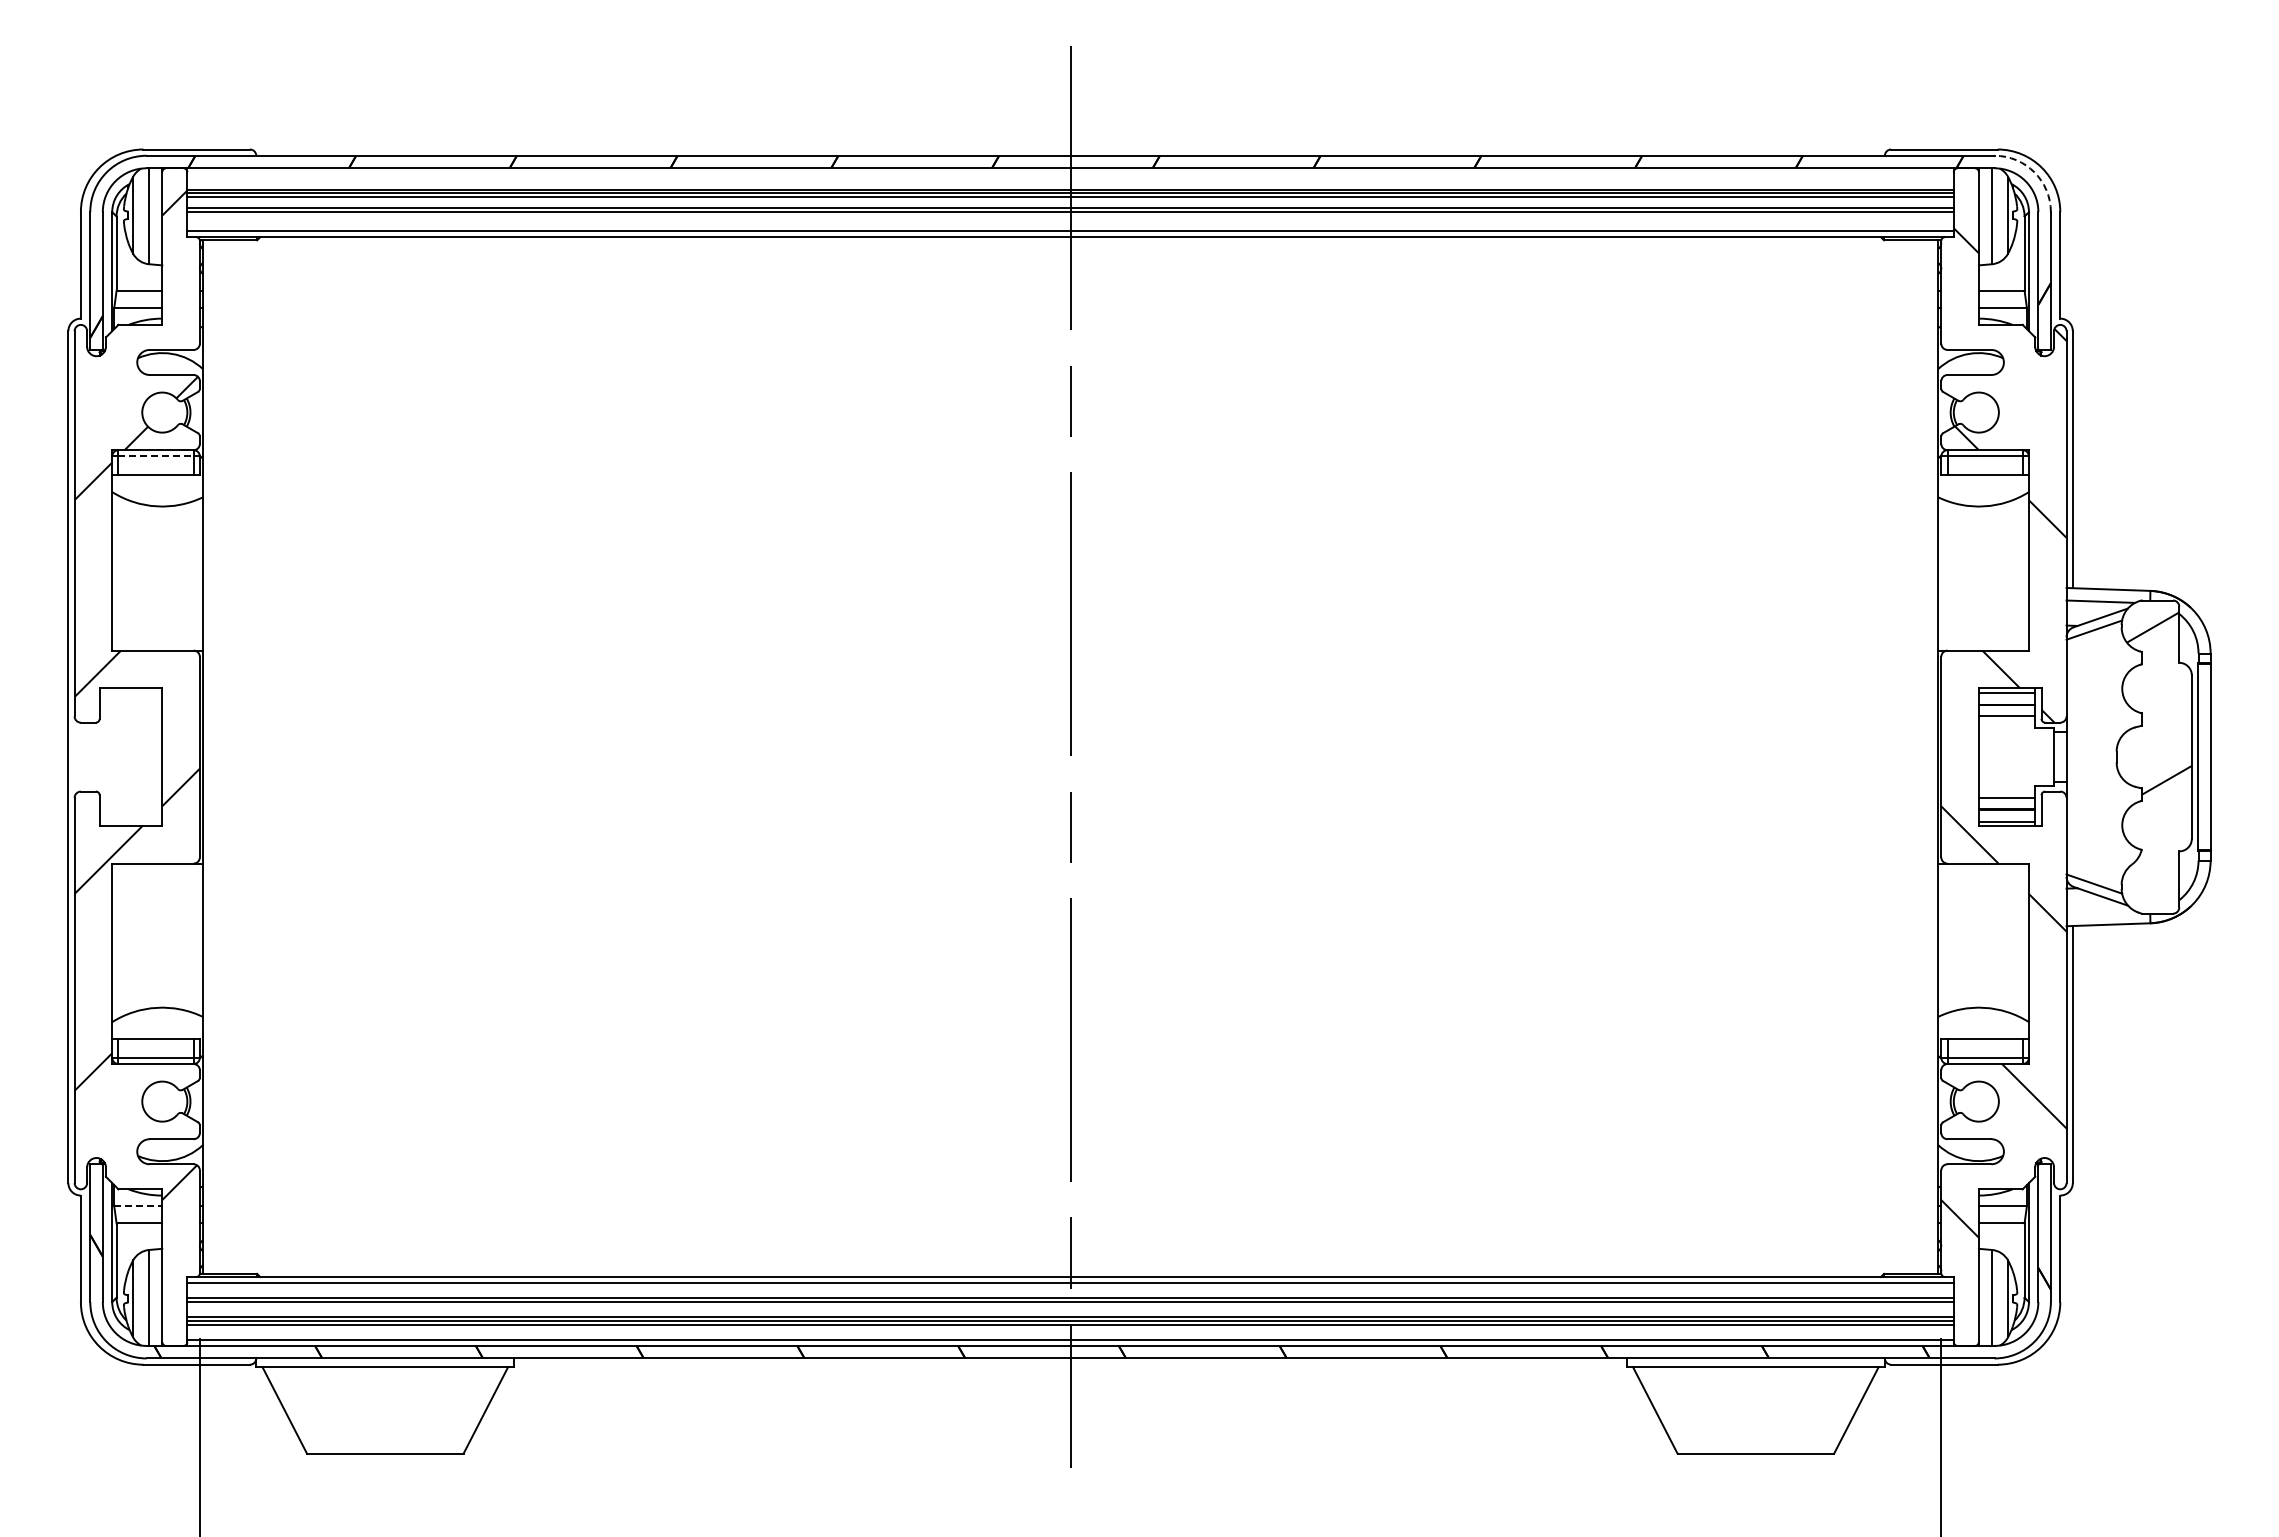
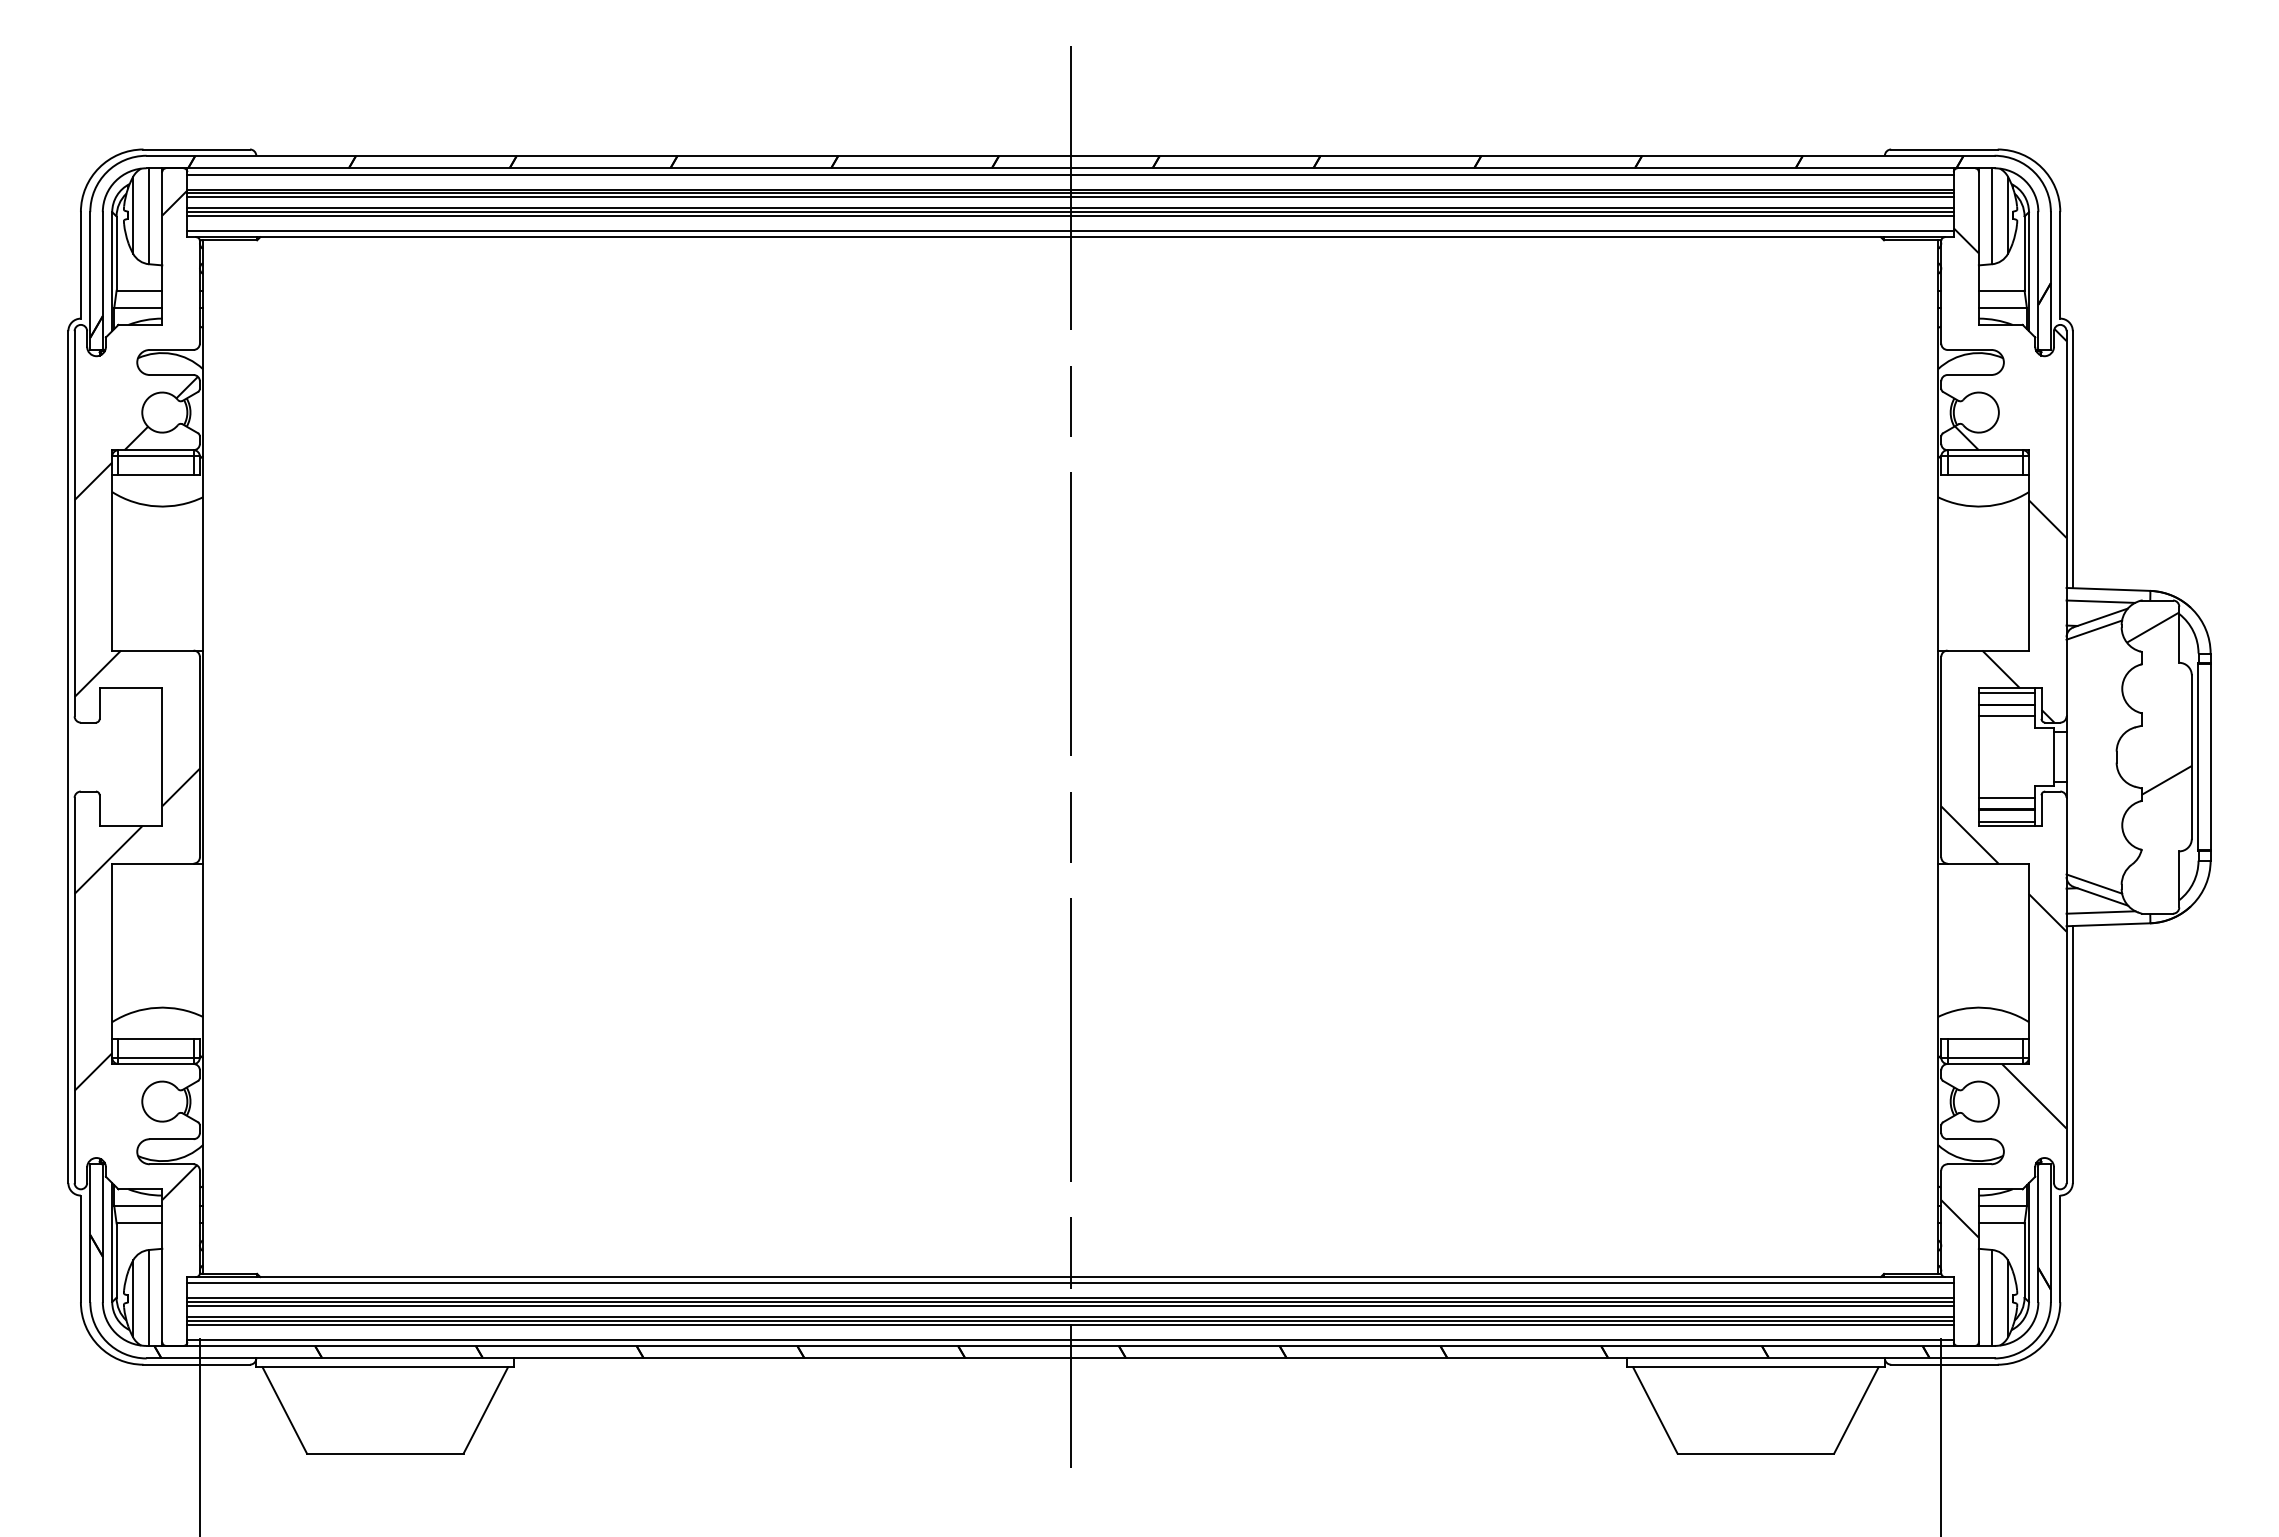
arc at (2034, 172): dashed -> solid
line at (1070, 174): none -> present
line at (1070, 215): none -> present
line at (156, 456): dashed -> solid
line at (2100, 912): none -> present
line at (138, 1205): dashed -> solid
line at (1070, 1305): none -> present
